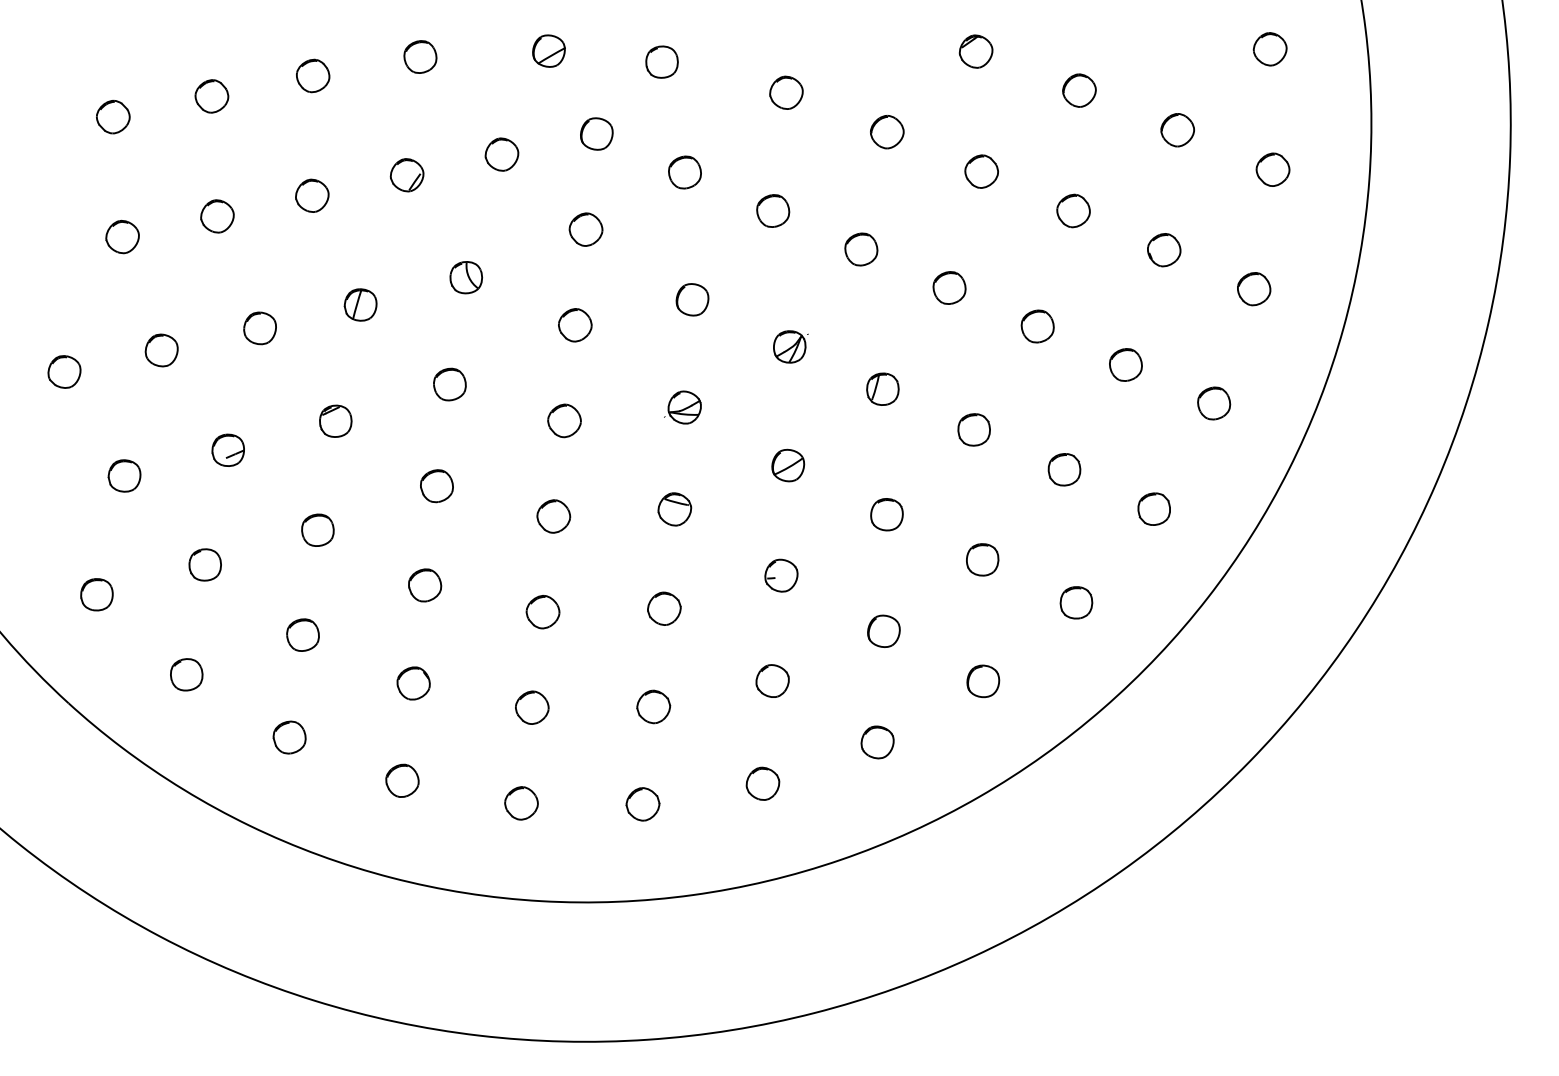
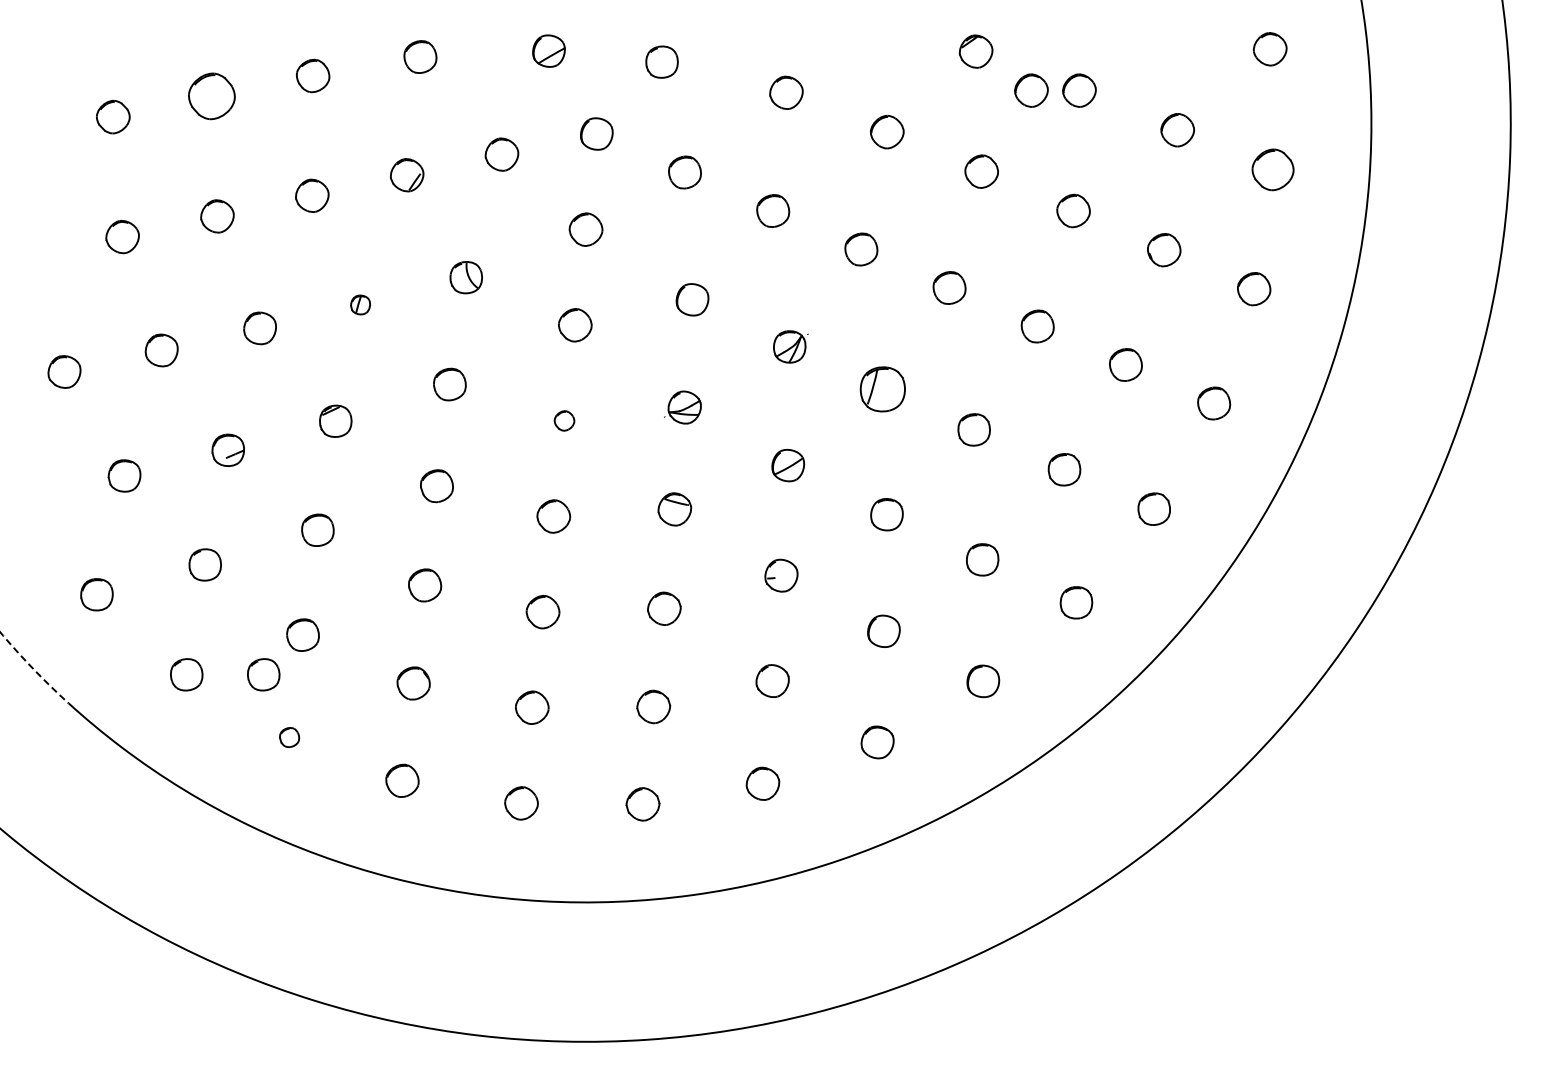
part at (1031, 90): none -> present
part at (211, 96) size: 36x35 px -> 48x49 px
part at (1272, 169) size: 36x35 px -> 44x44 px
part at (360, 304) size: 35x34 px -> 21x22 px
part at (882, 388) size: 34x34 px -> 47x47 px
part at (564, 420) size: 35x36 px -> 23x22 px
arc at (33, 669): solid -> dashed
part at (263, 674): none -> present
part at (289, 737) size: 35x35 px -> 22x21 px
